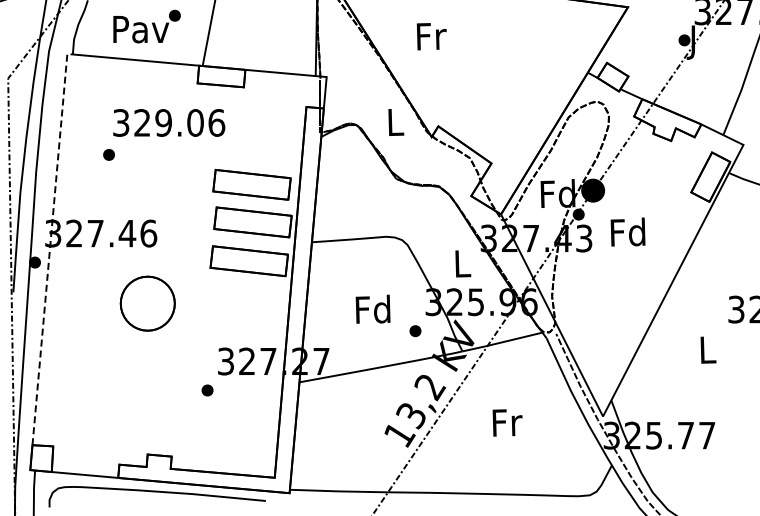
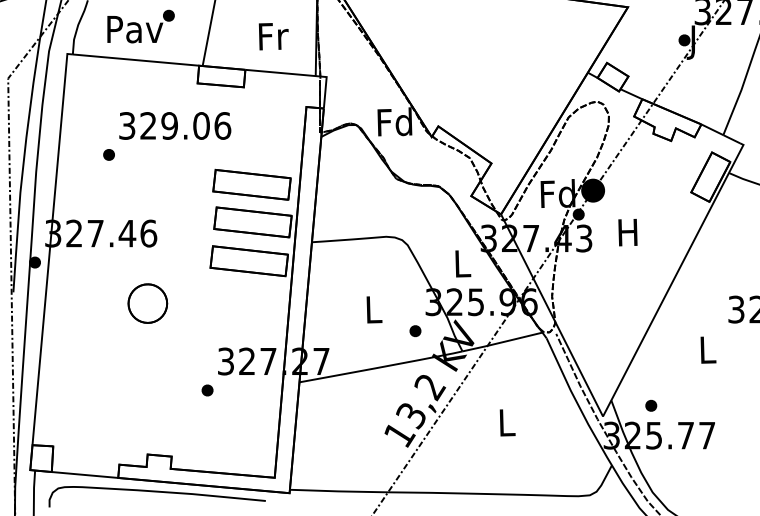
text at (146, 26) position: (146, 26) -> (140, 26)
text at (431, 36) position: (431, 36) -> (273, 36)
text at (394, 121): L -> Fd
text at (169, 122) position: (169, 122) -> (175, 125)
text at (627, 231): Fd -> H
line at (50, 246): dashed -> solid
part at (147, 303) size: 57x57 px -> 42x41 px
text at (372, 308): Fd -> L
part at (651, 405): none -> present
text at (507, 422): Fr -> L
